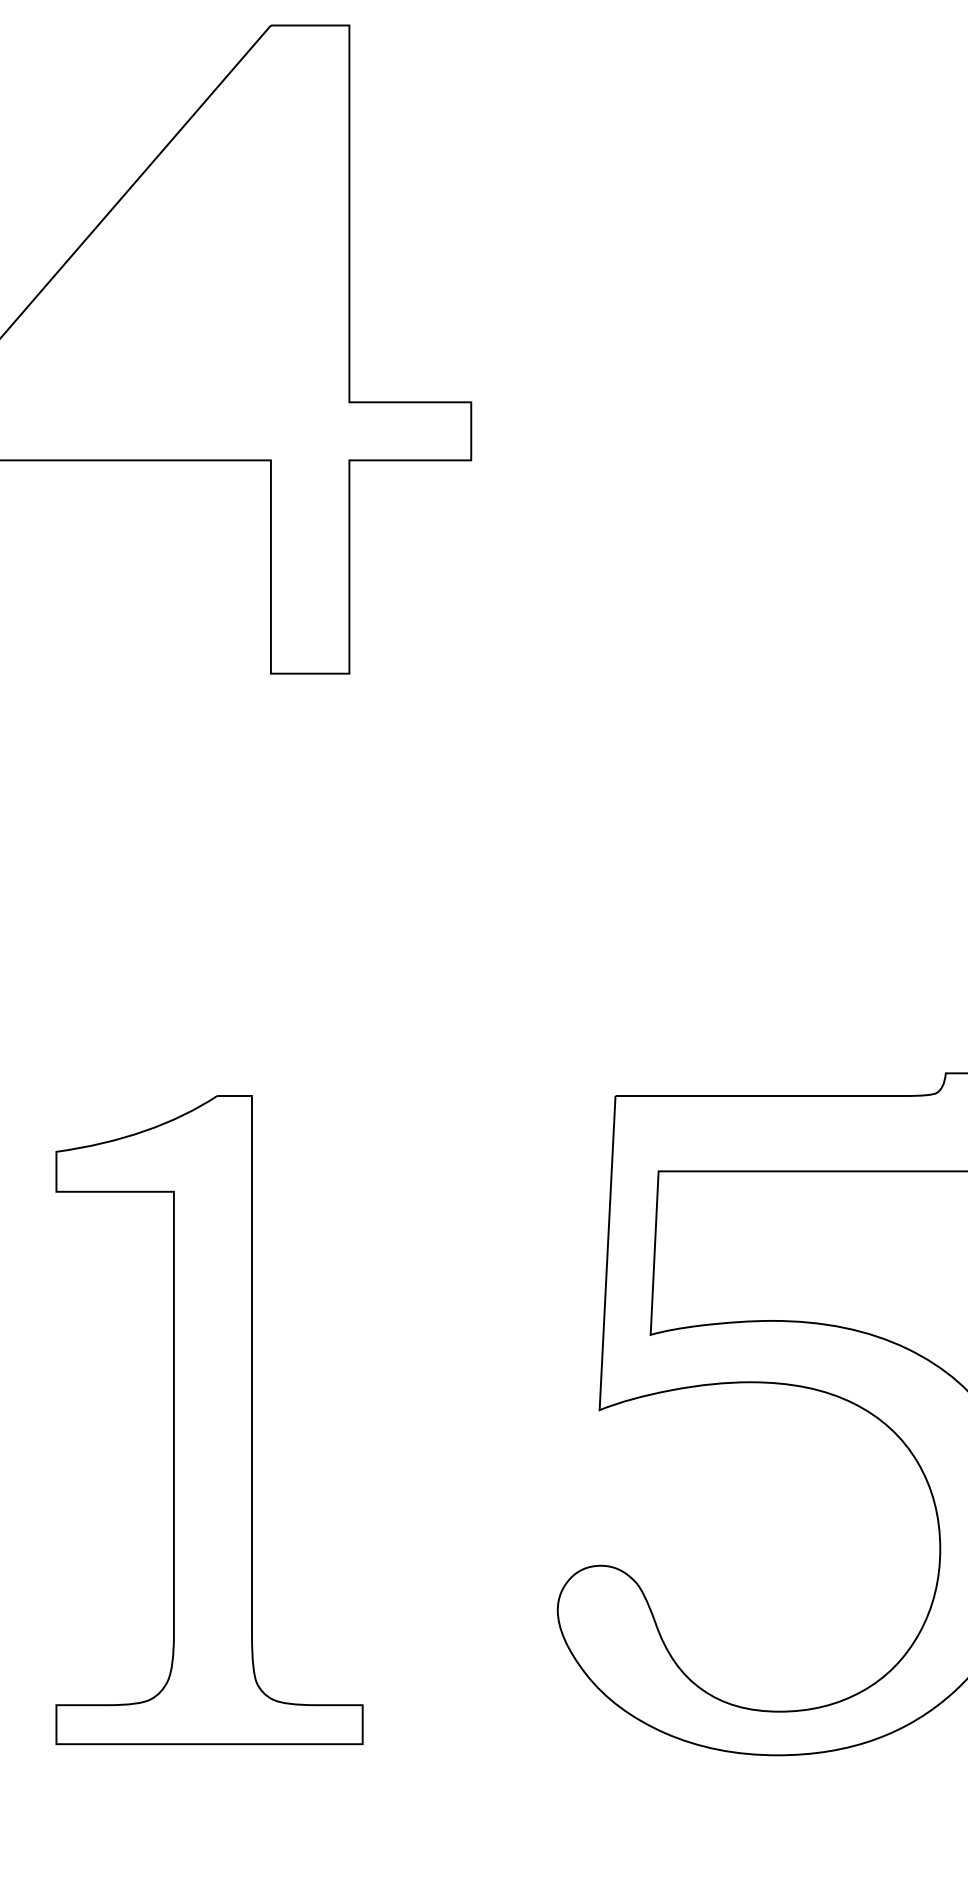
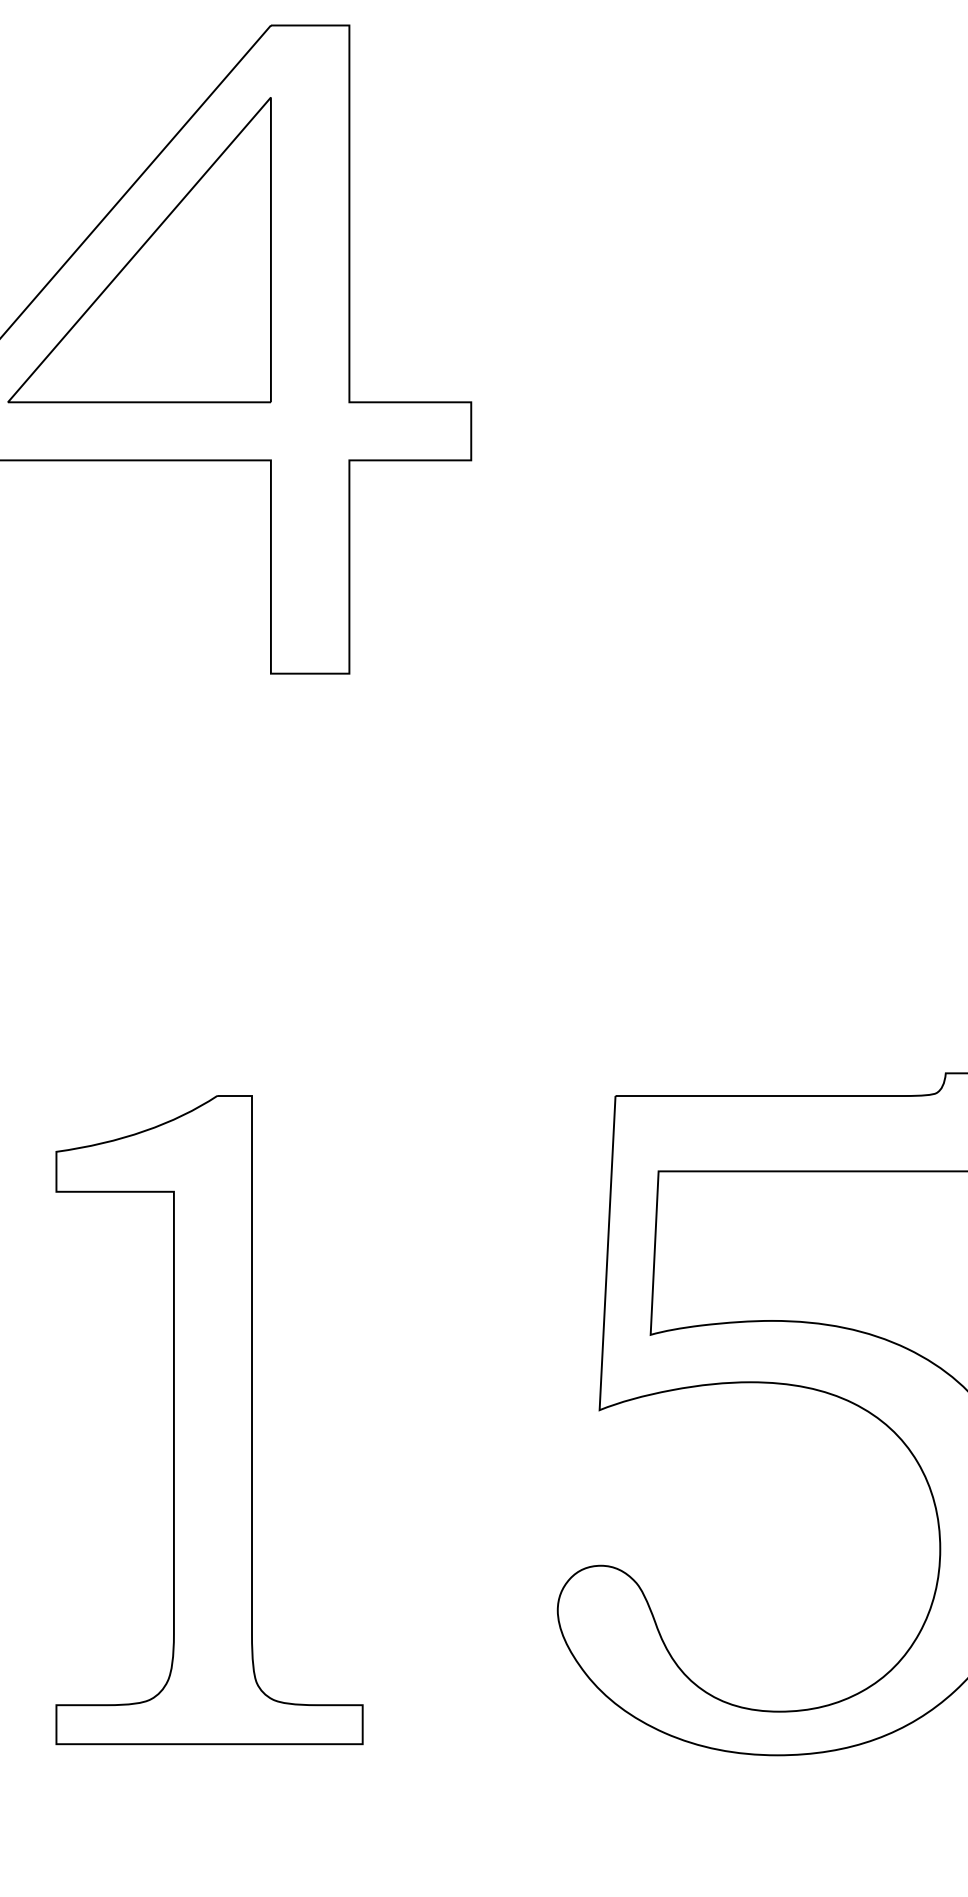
part at (139, 250): none -> present
